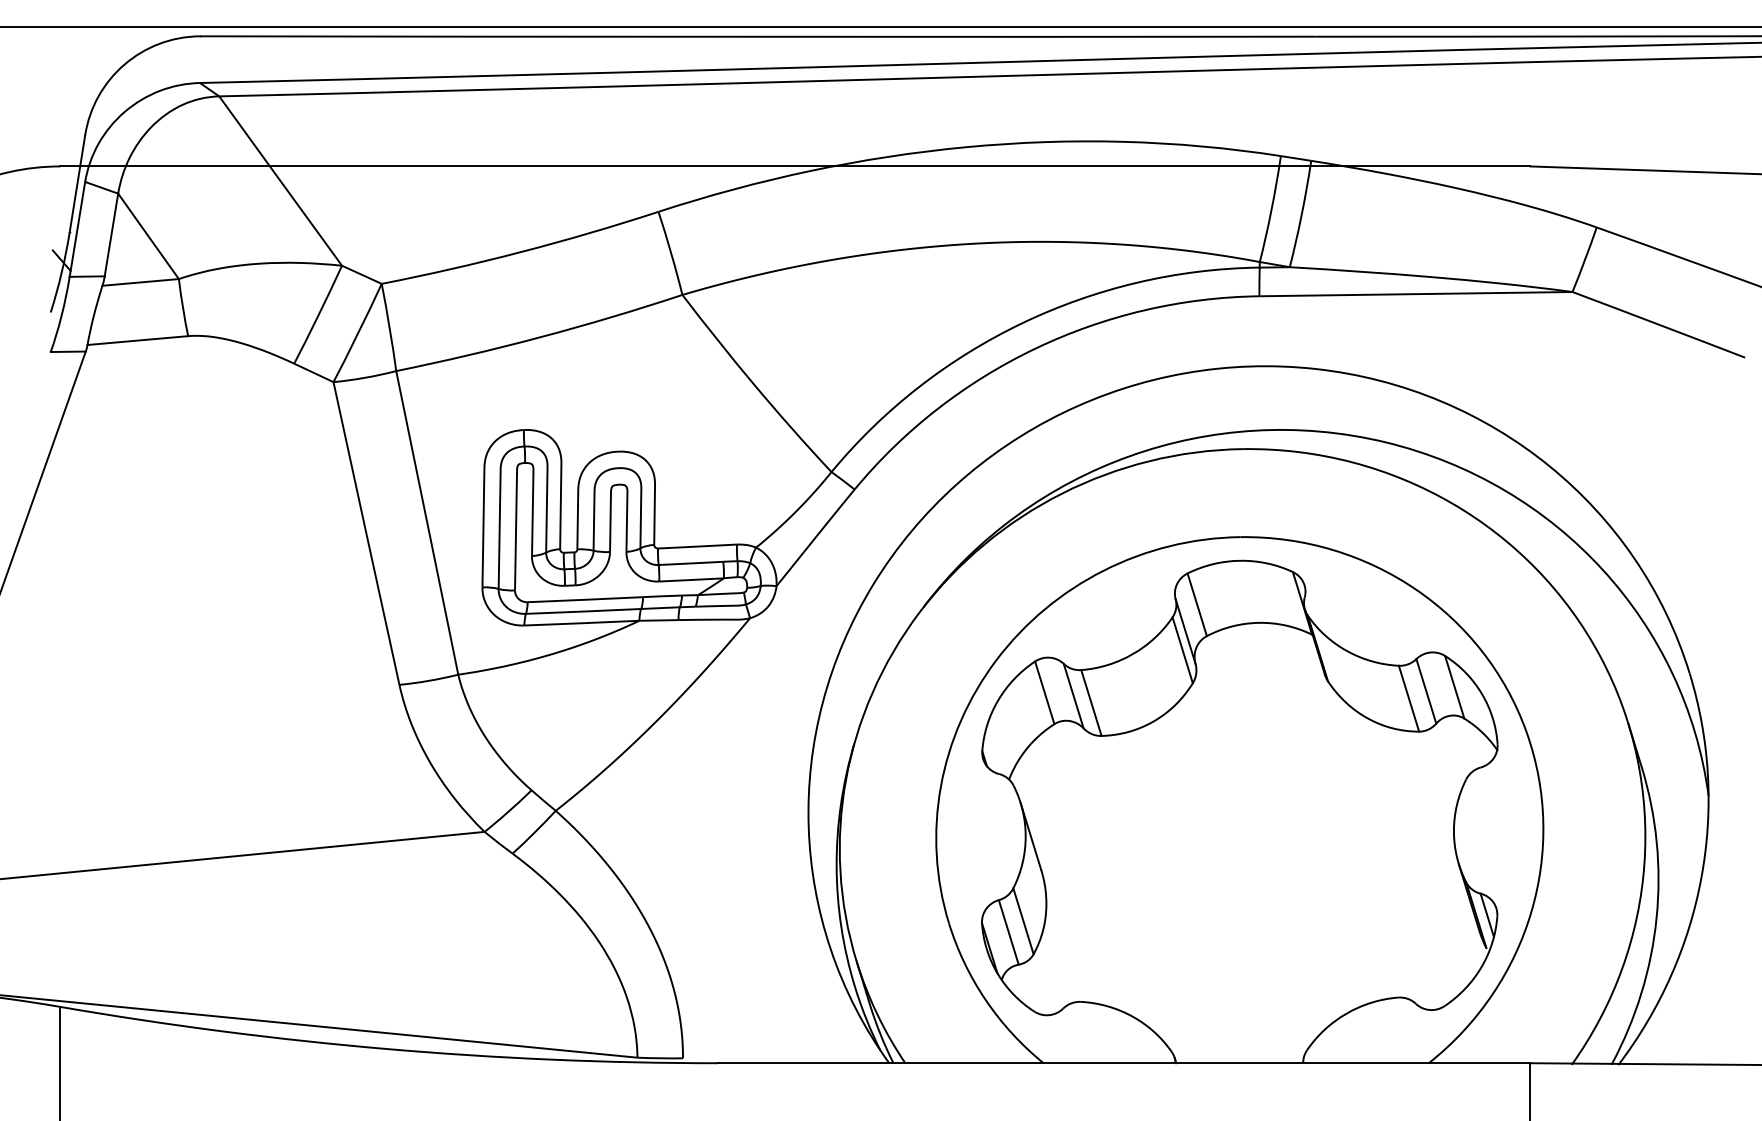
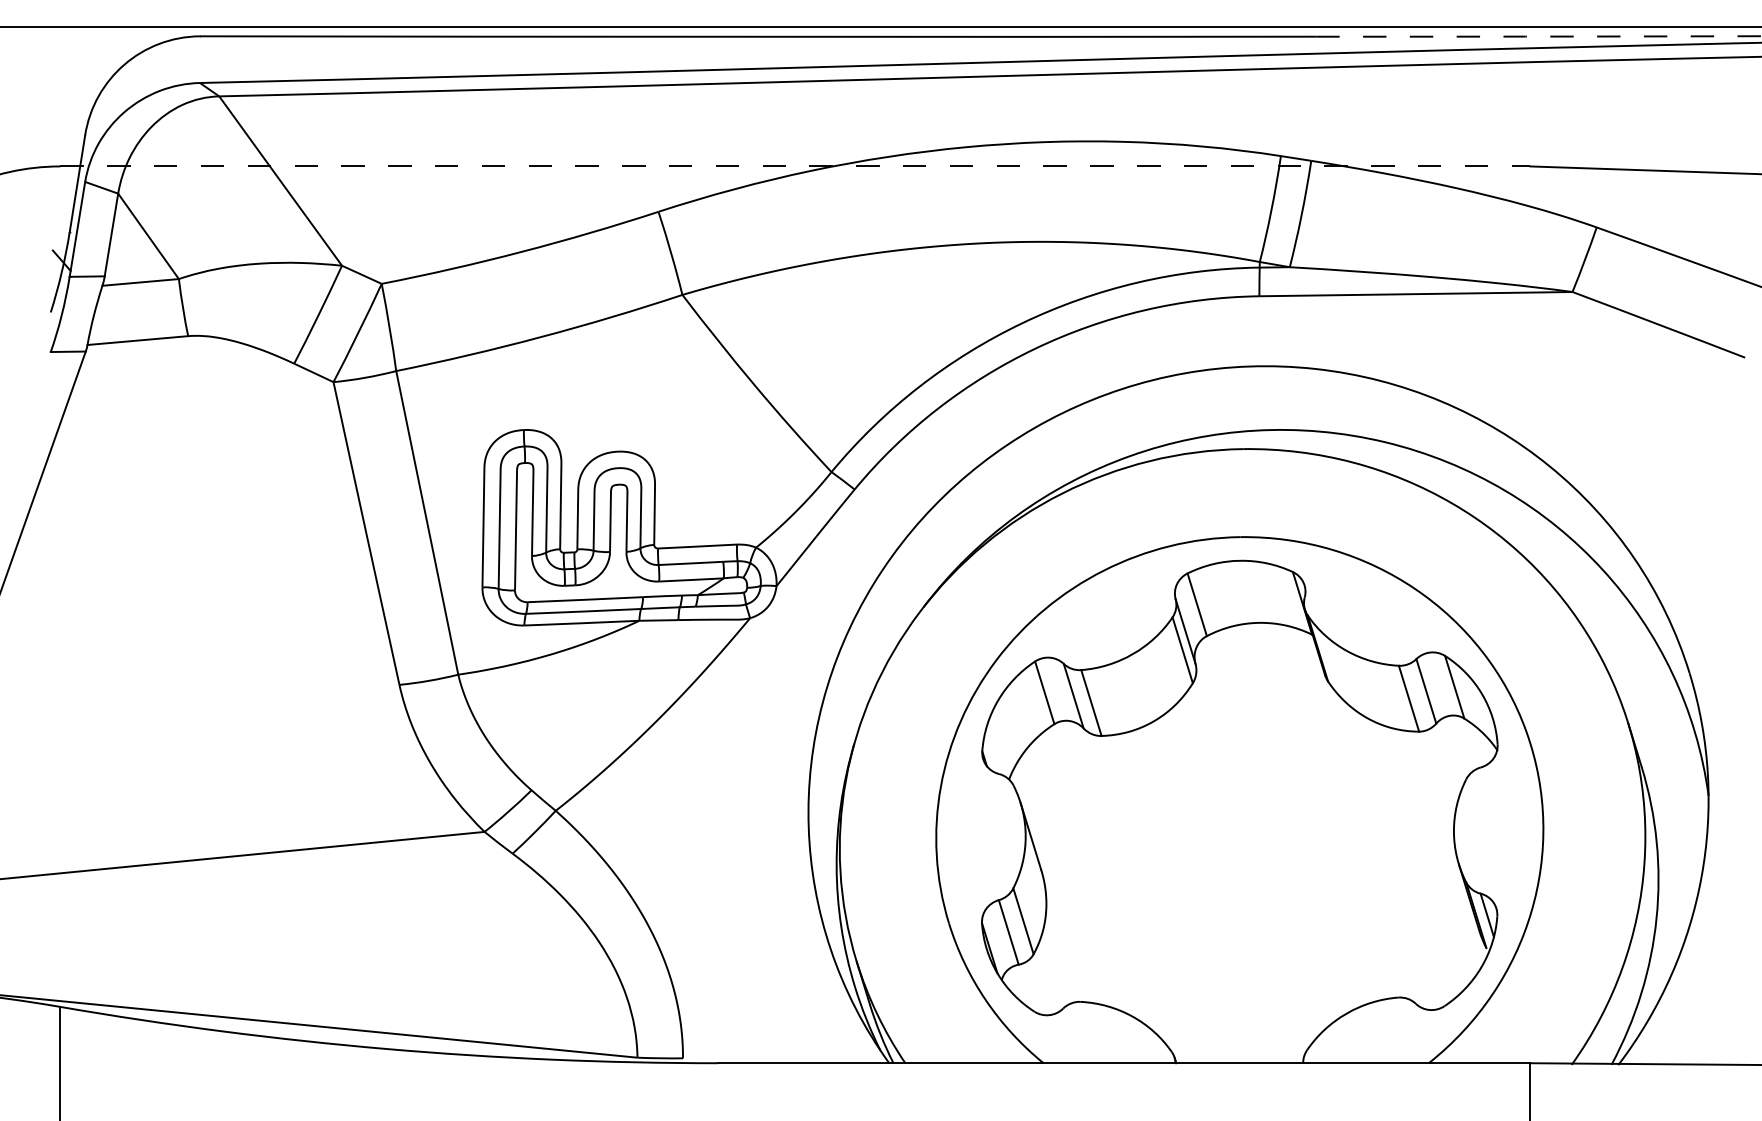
arc at (1539, 36): solid -> dashed
line at (795, 166): solid -> dashed
